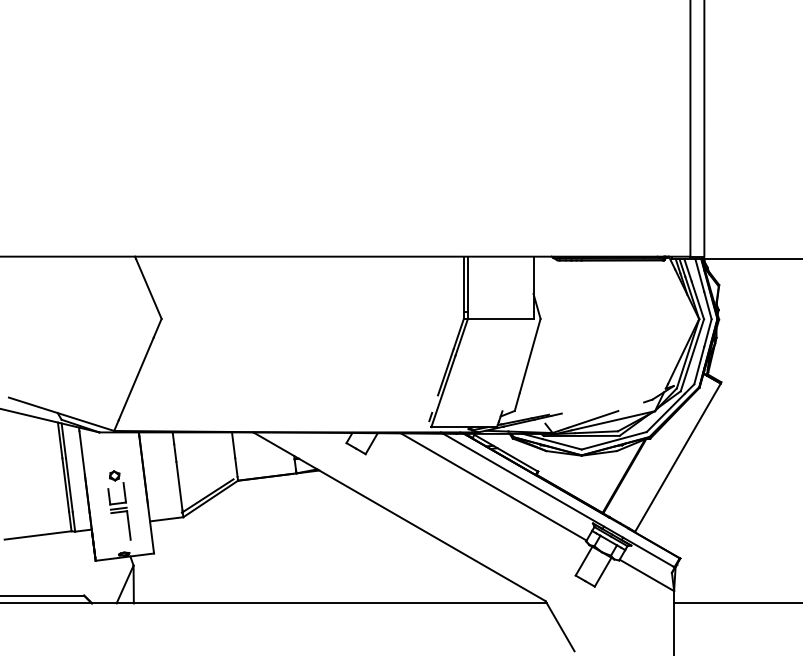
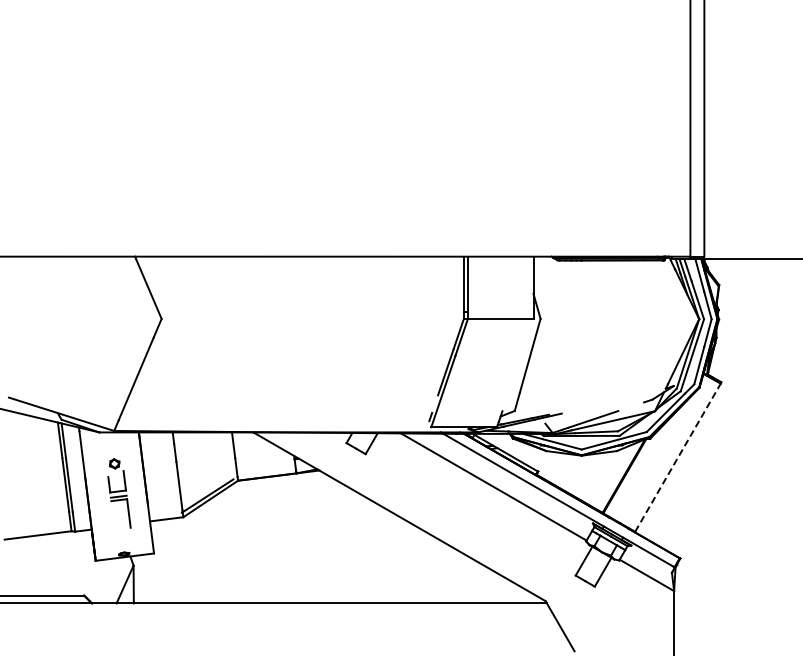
line at (677, 457): solid -> dashed
part at (119, 505) position: (119, 505) -> (119, 493)
line at (736, 603): present -> none
